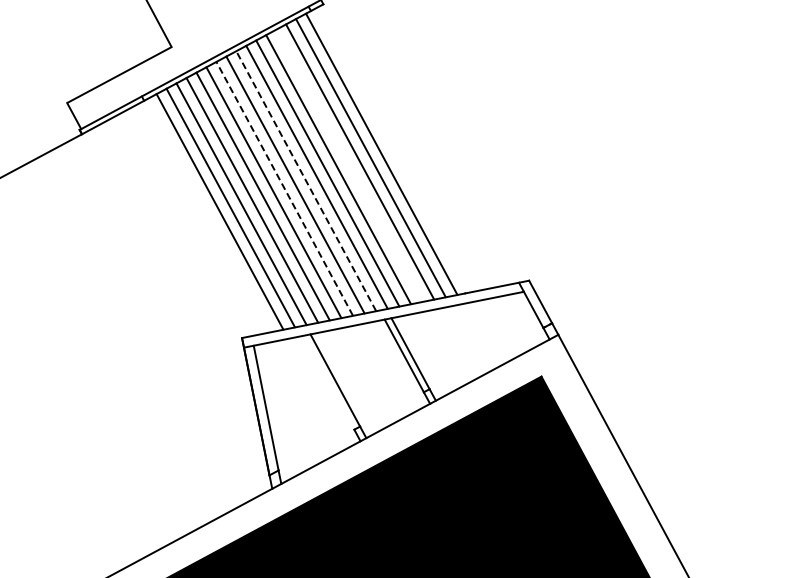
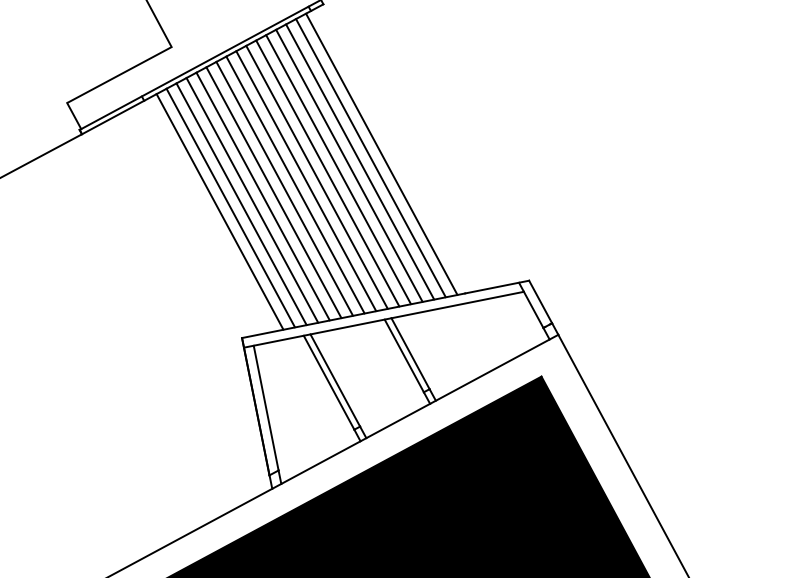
line at (349, 165): none -> present
line at (306, 181): dashed -> solid
line at (284, 188): dashed -> solid
line at (328, 382): none -> present
